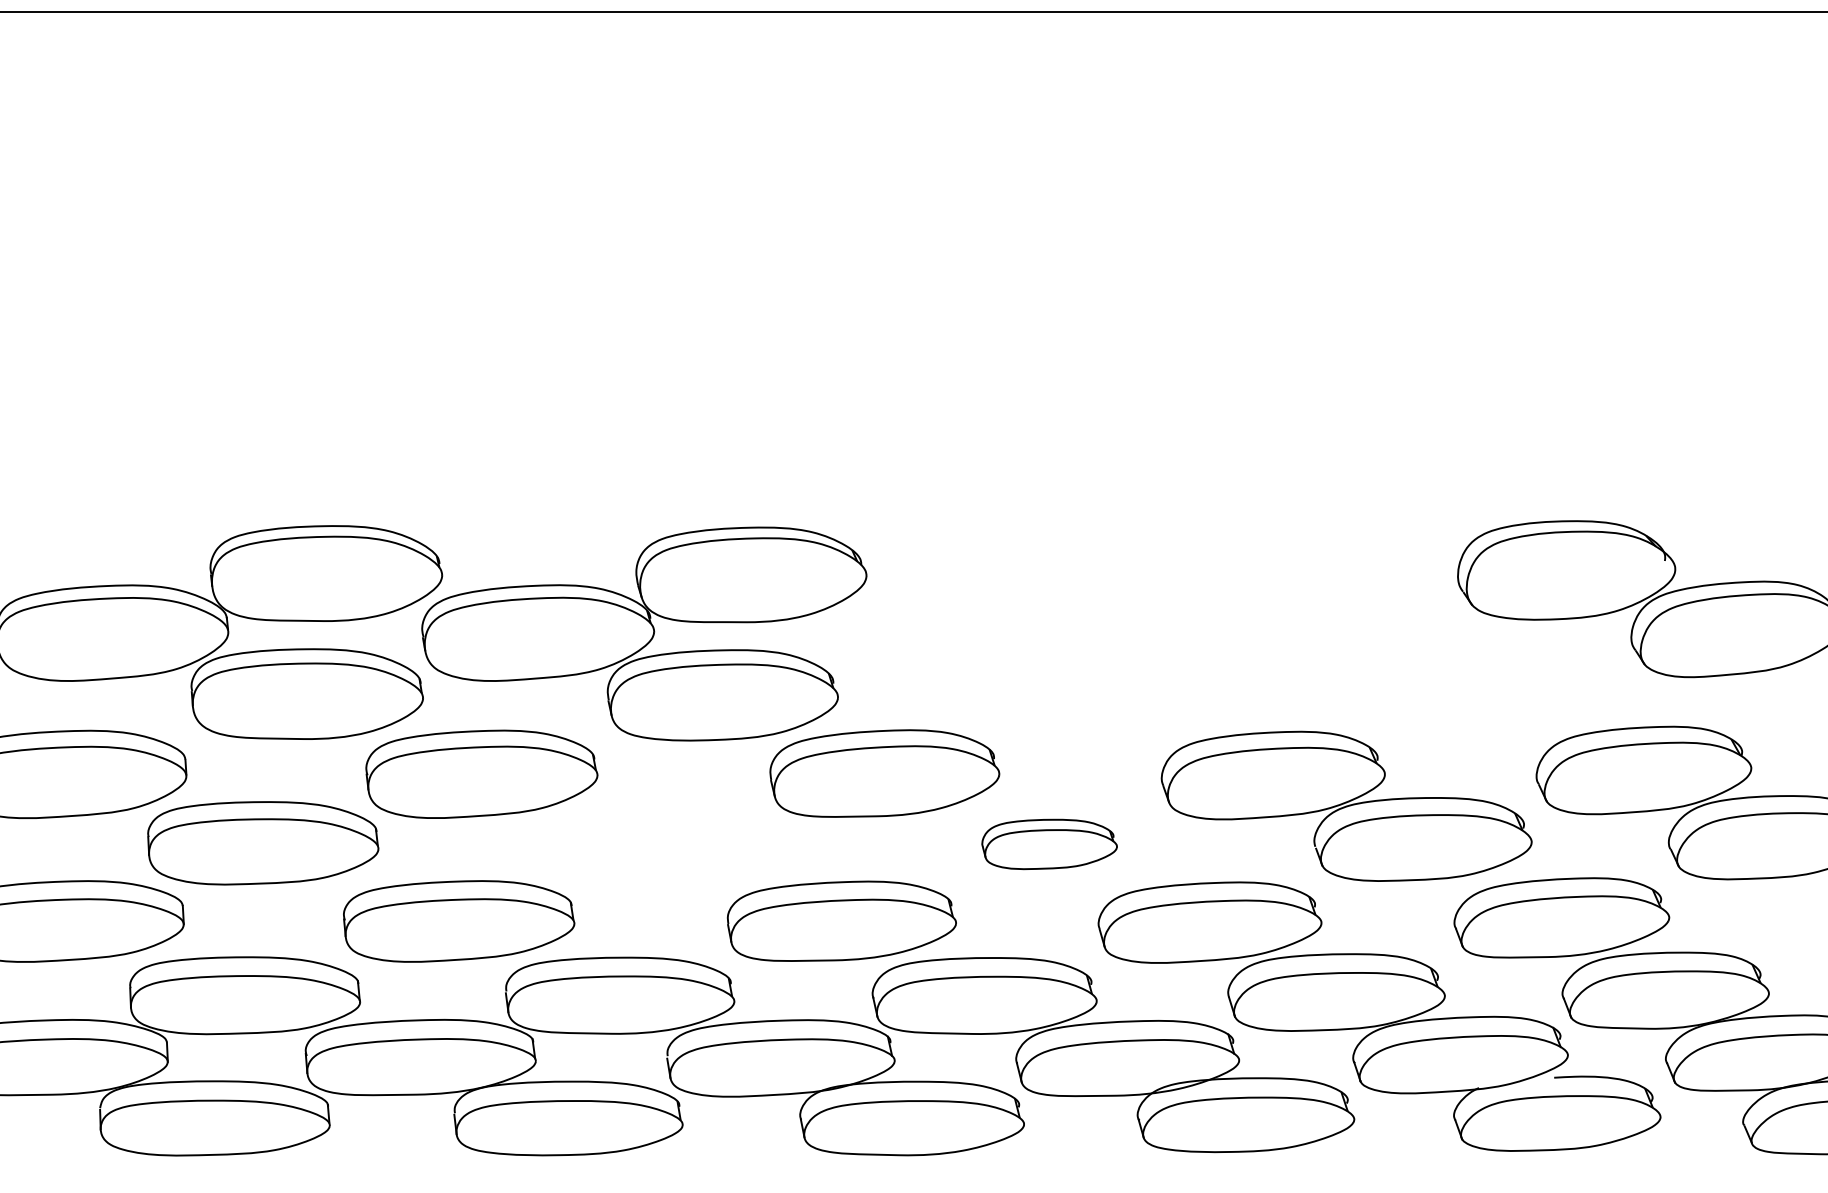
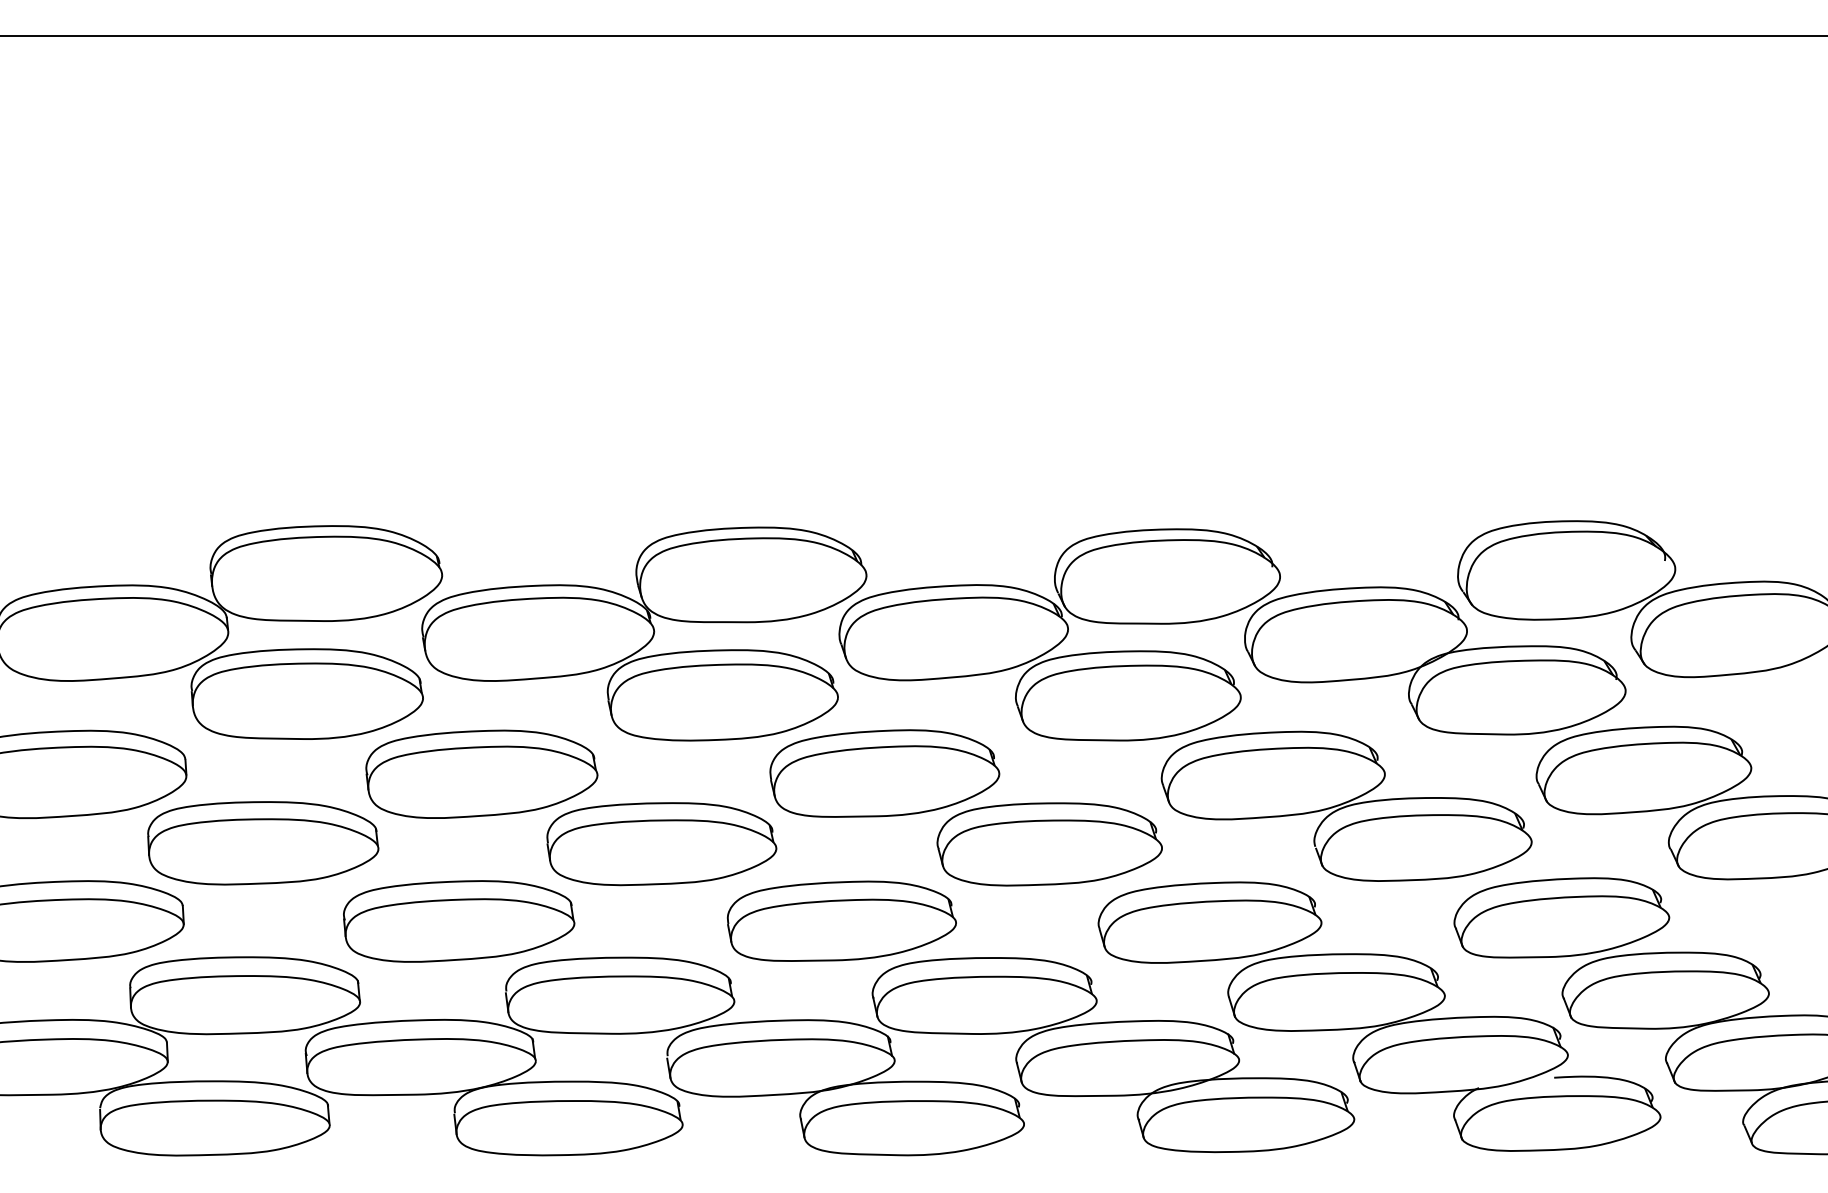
line at (913, 12) position: (913, 12) -> (913, 36)
part at (1244, 634): none -> present
part at (661, 844): none -> present
part at (1049, 844) size: 137x53 px -> 227x85 px
